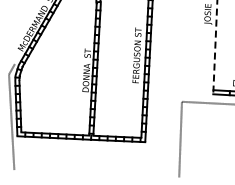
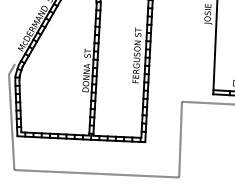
line at (215, 47): dashed -> solid
line at (96, 173): none -> present
